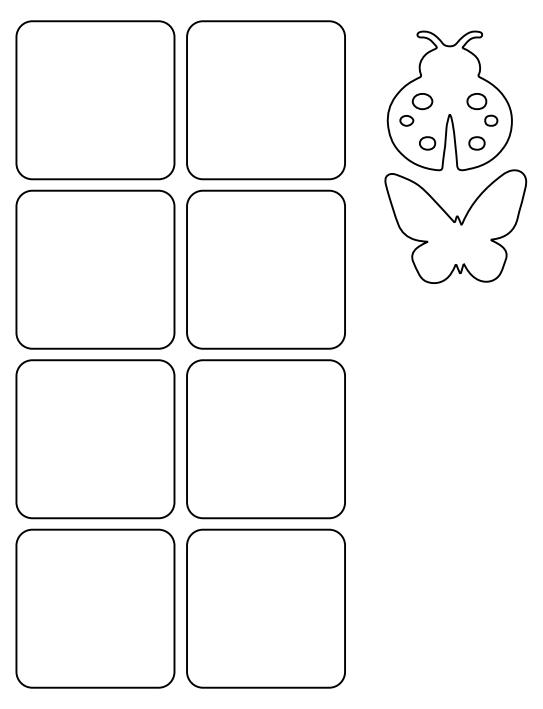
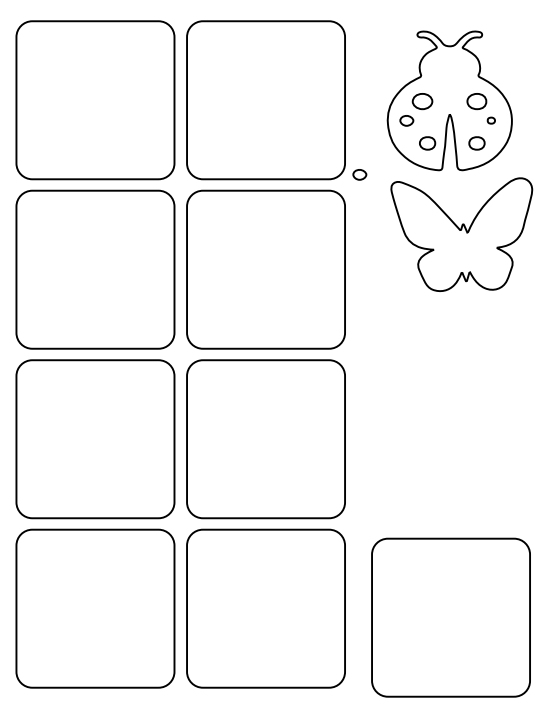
part at (491, 120) size: 15x13 px -> 10x9 px
part at (359, 174): none -> present
part at (455, 226) position: (455, 226) -> (461, 234)
part at (450, 617): none -> present
